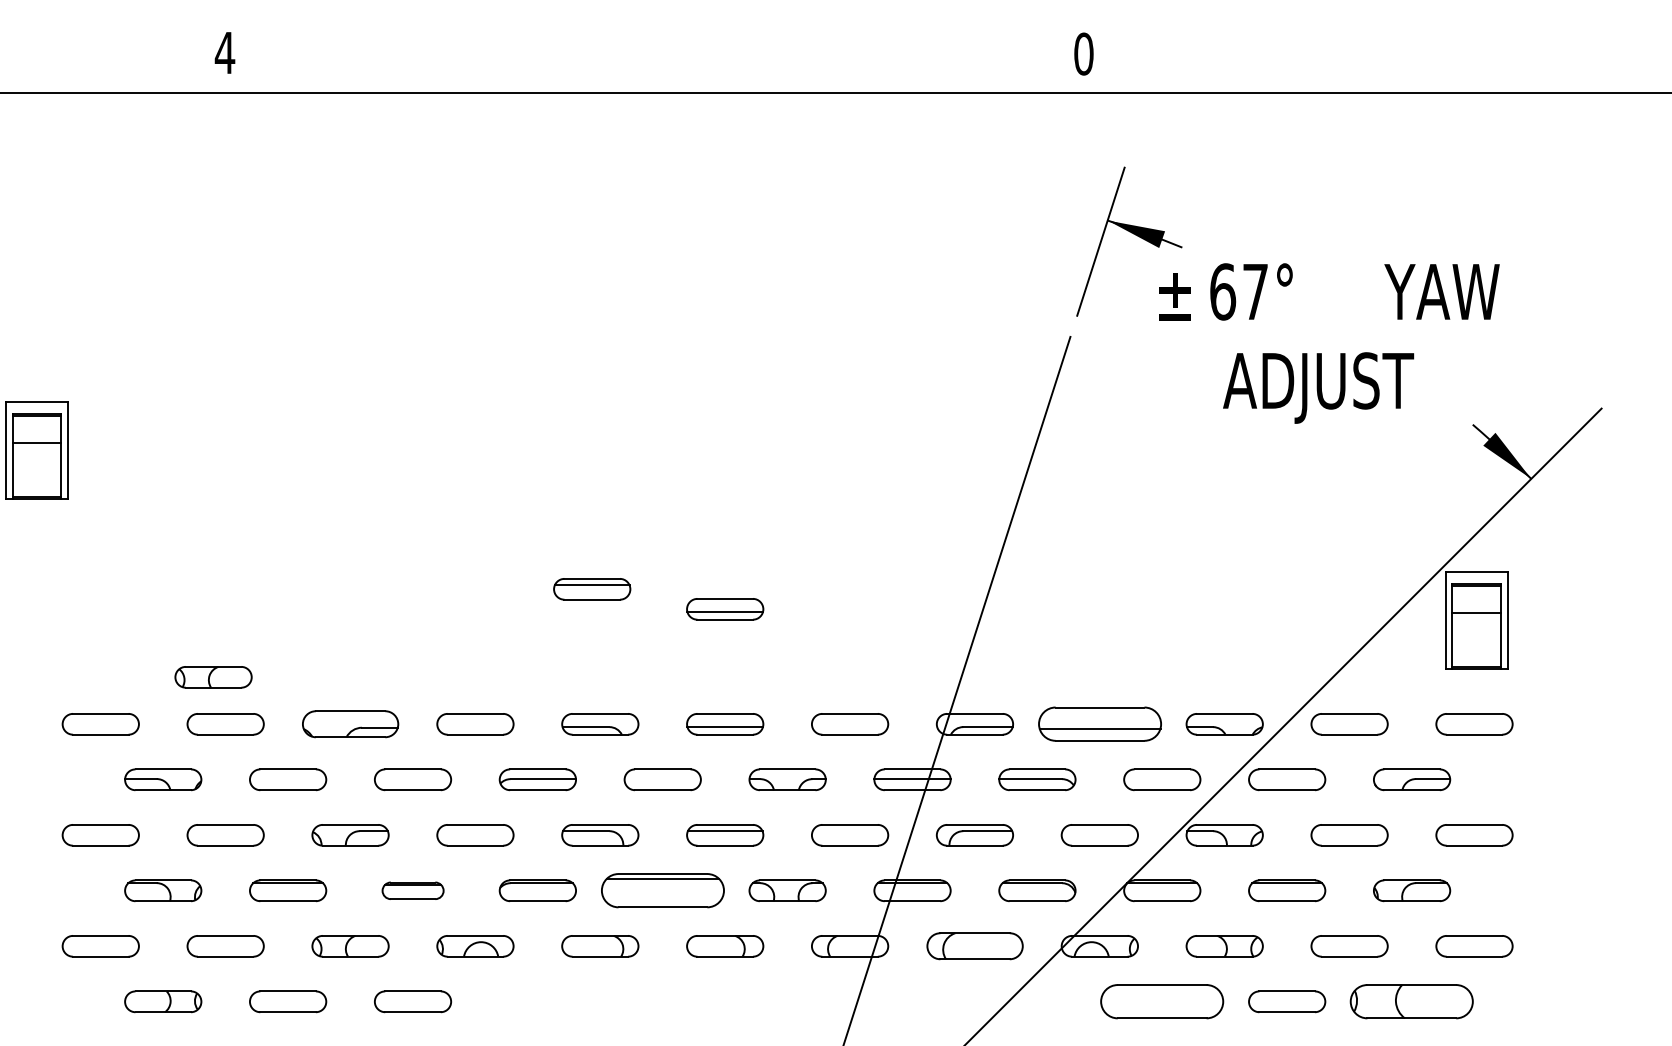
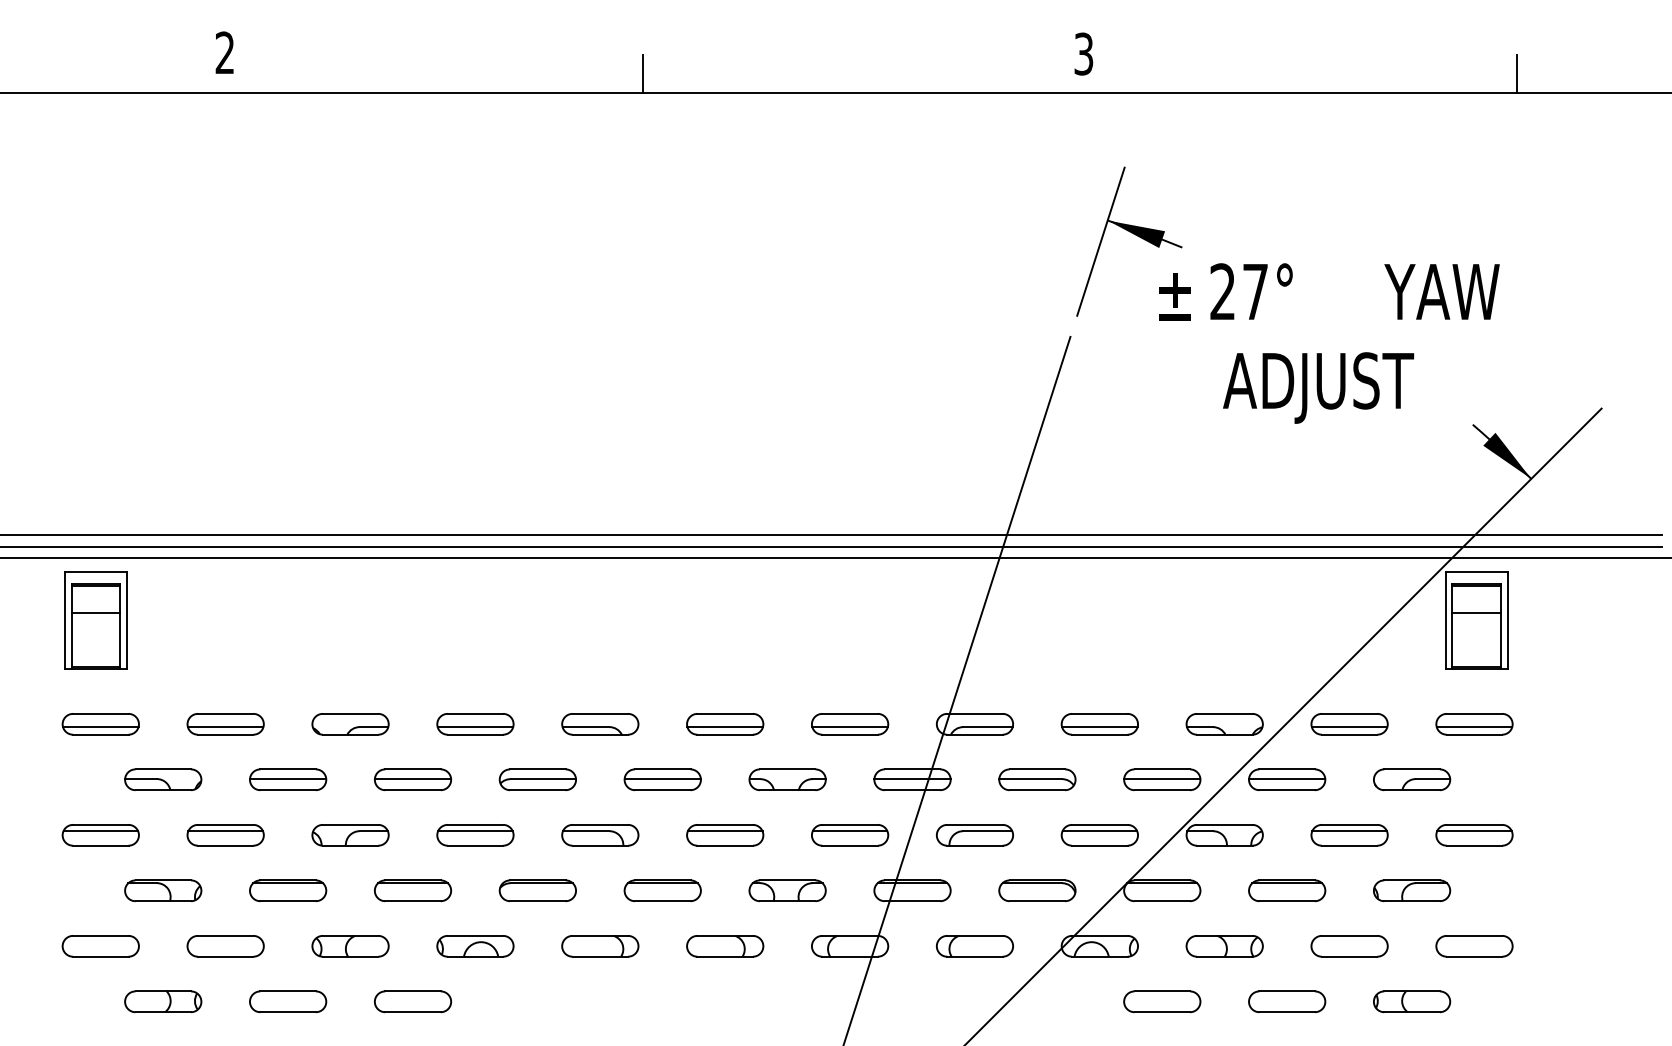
text at (224, 52): 4 -> 2
text at (1083, 53): 0 -> 3
line at (643, 73): none -> present
line at (1517, 73): none -> present
text at (1223, 291): 67° -> 27°
part at (36, 450) position: (36, 450) -> (95, 620)
line at (832, 534): none -> present
line at (832, 546): none -> present
line at (835, 557): none -> present
part at (592, 589): present -> none
part at (725, 609): present -> none
part at (213, 677): present -> none
part at (1099, 723) size: 124x36 px -> 79x23 px
part at (350, 724) size: 98x29 px -> 79x23 px
line at (100, 727): none -> present
line at (225, 727): none -> present
line at (475, 727): none -> present
line at (849, 727): none -> present
line at (1349, 727): none -> present
line at (1474, 727): none -> present
line at (287, 779): none -> present
line at (412, 779): none -> present
line at (662, 779): none -> present
line at (1162, 779): none -> present
line at (1287, 779): none -> present
line at (100, 831): none -> present
line at (225, 831): none -> present
line at (475, 831): none -> present
line at (849, 831): none -> present
line at (1099, 831): none -> present
line at (1349, 831): none -> present
line at (1474, 831): none -> present
part at (412, 890) size: 64x19 px -> 79x24 px
part at (662, 890) size: 124x36 px -> 79x24 px
part at (974, 946) size: 98x29 px -> 79x23 px
part at (1162, 1001) size: 125x36 px -> 79x24 px
part at (1411, 1001) size: 125x36 px -> 79x24 px
